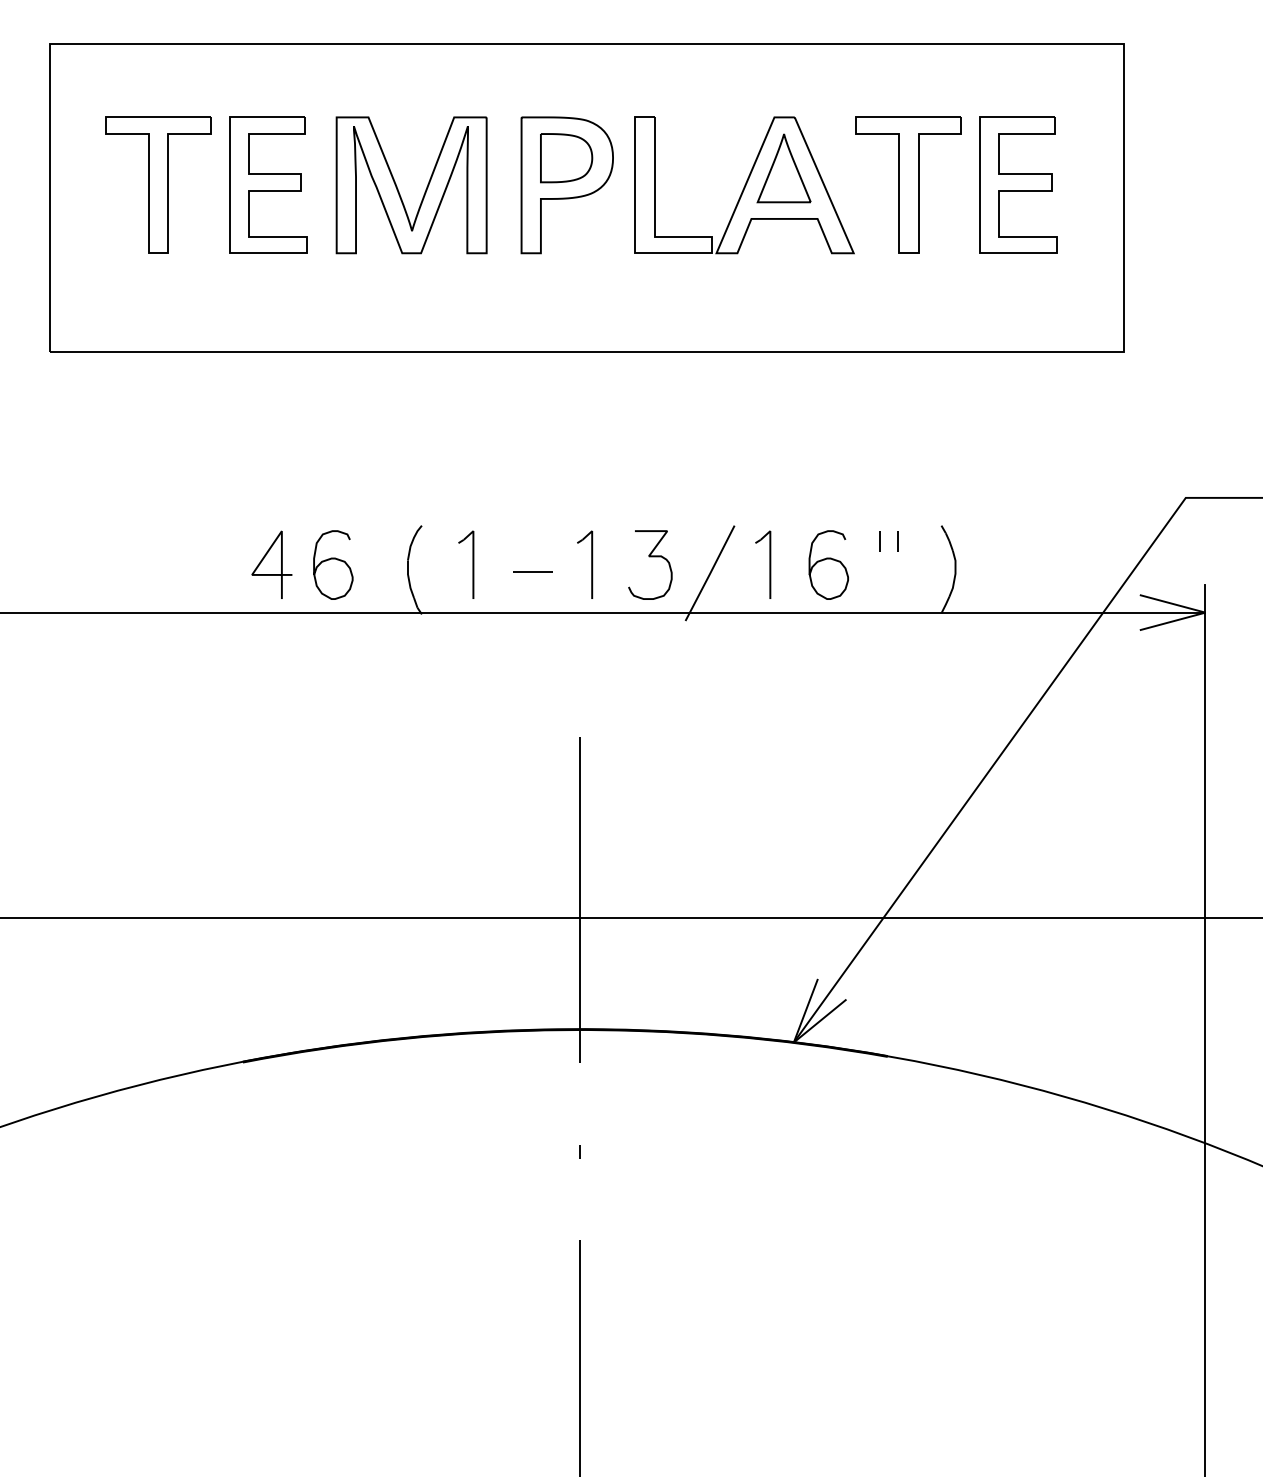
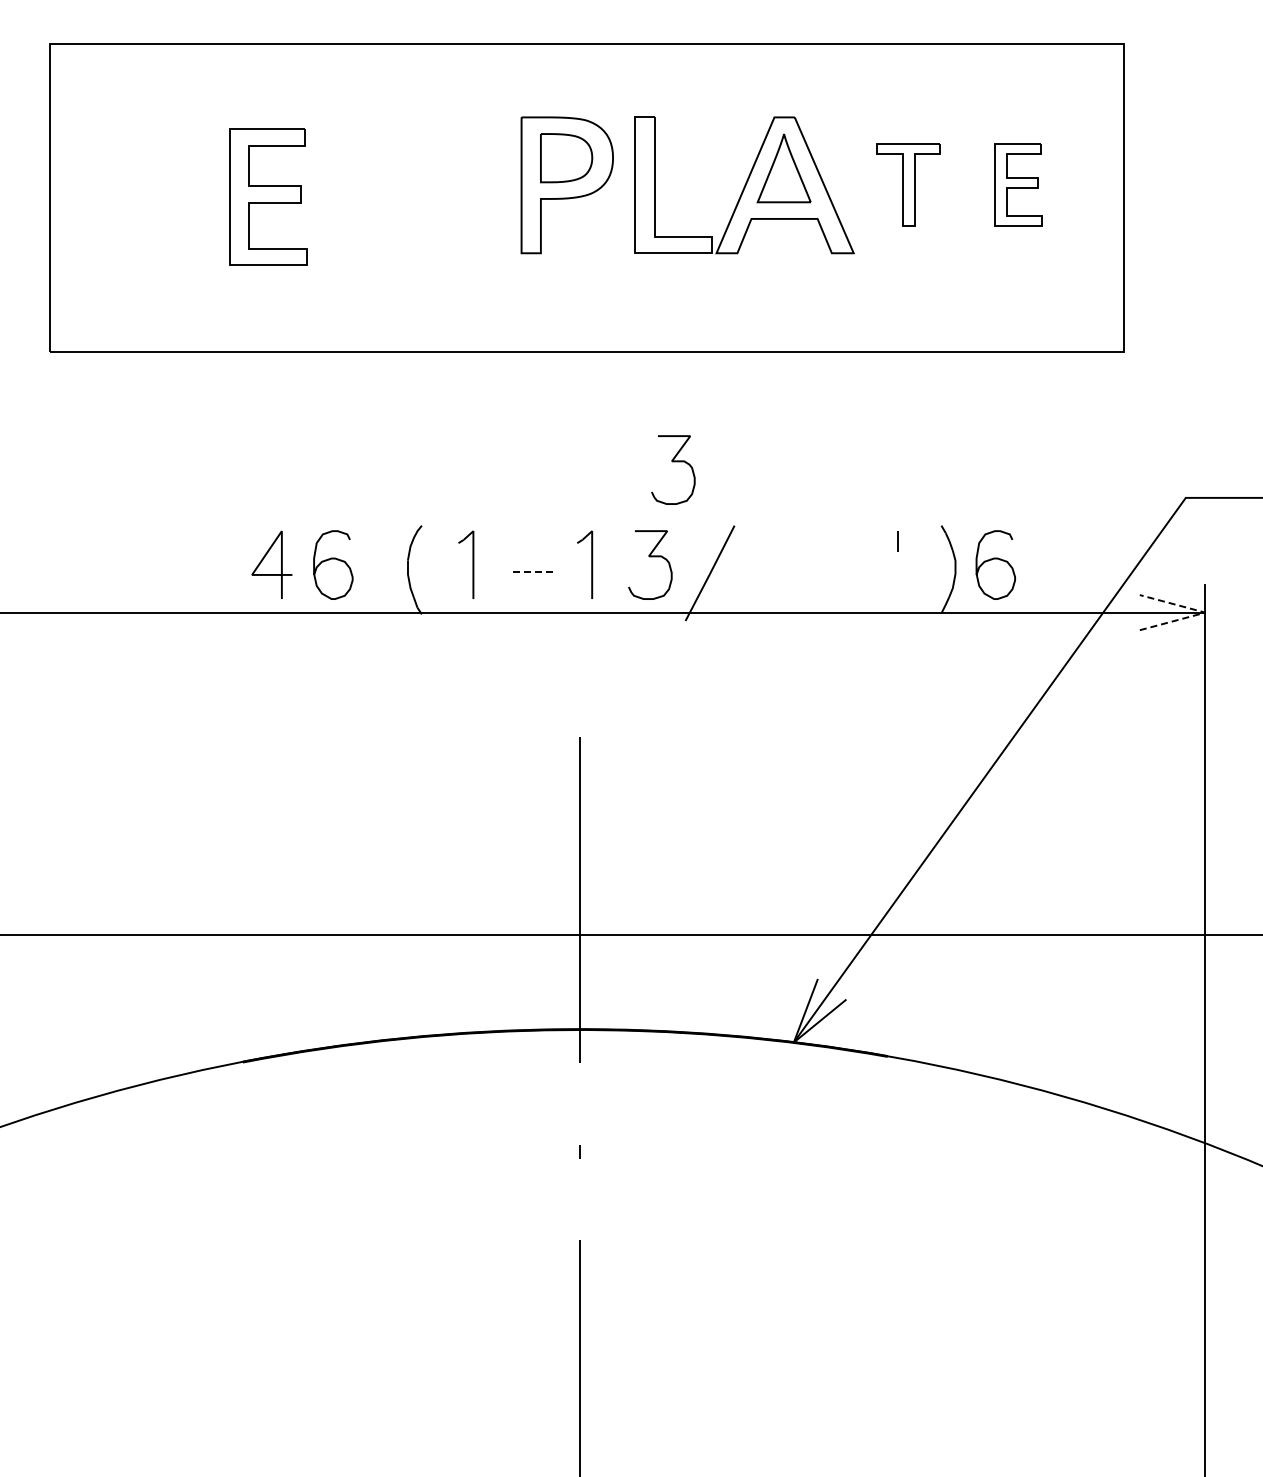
part at (158, 184): present -> none
part at (268, 184) position: (268, 184) -> (268, 196)
part at (908, 184) size: 107x138 px -> 65x84 px
part at (1018, 184) size: 79x138 px -> 49x84 px
part at (398, 188): present -> none
curve at (673, 462): none -> present
line at (879, 541): present -> none
curve at (828, 559) position: (828, 559) -> (995, 559)
part at (763, 564): present -> none
line at (533, 571): solid -> dashed
line at (1205, 612): solid -> dashed
line at (630, 917) position: (630, 917) -> (630, 934)
